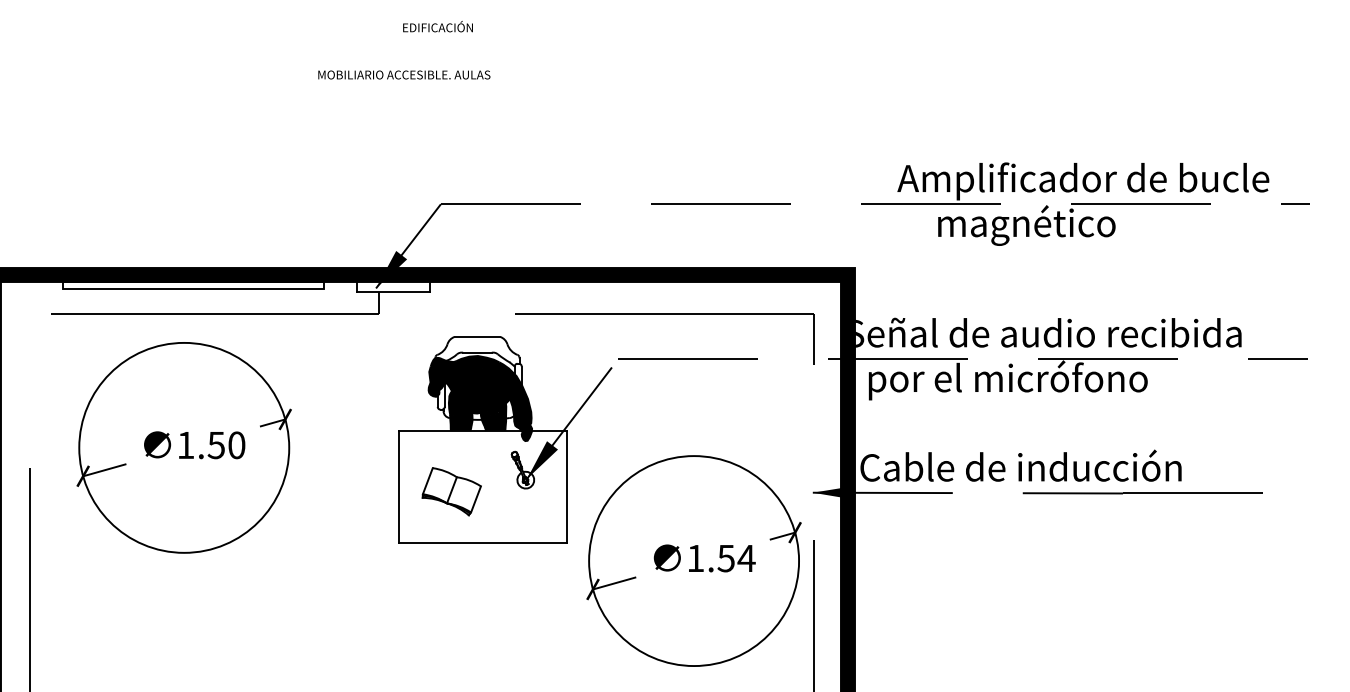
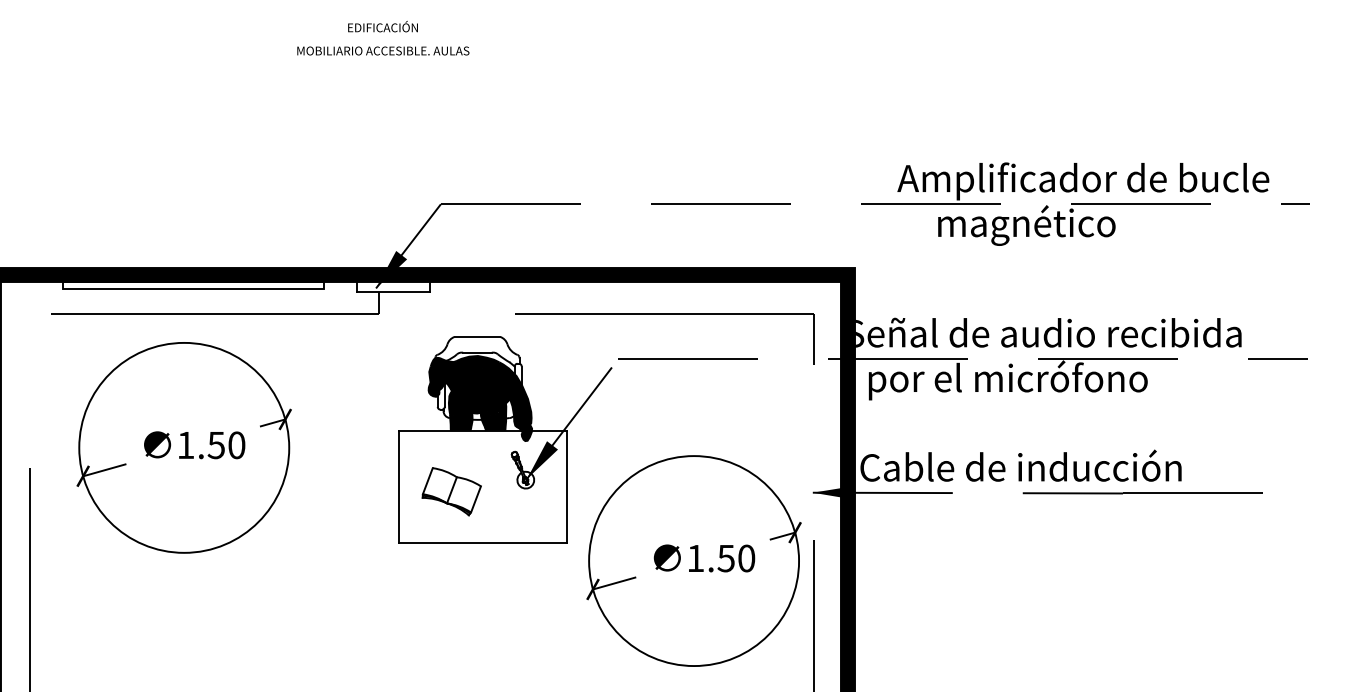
text at (437, 26) position: (437, 26) -> (382, 26)
text at (404, 74) position: (404, 74) -> (383, 50)
text at (746, 558): 1.54 -> 1.50
